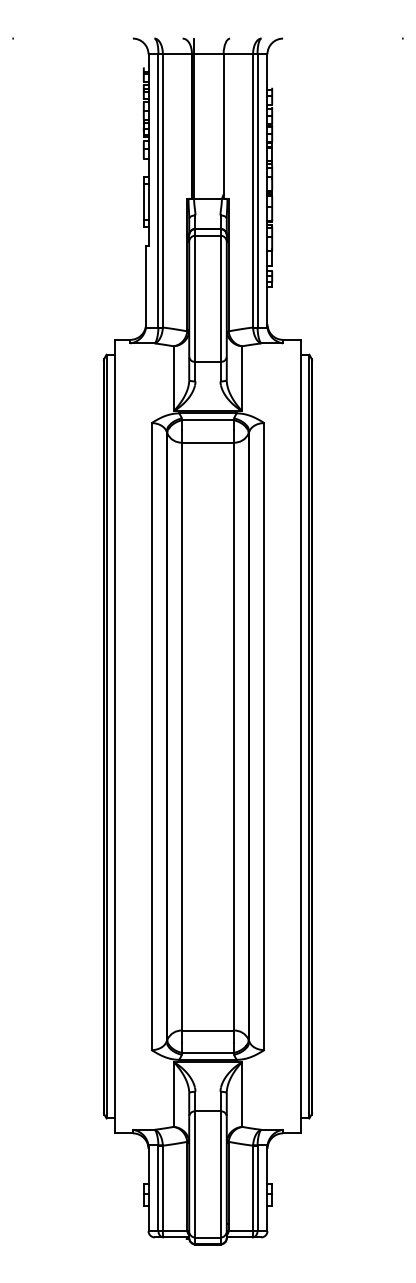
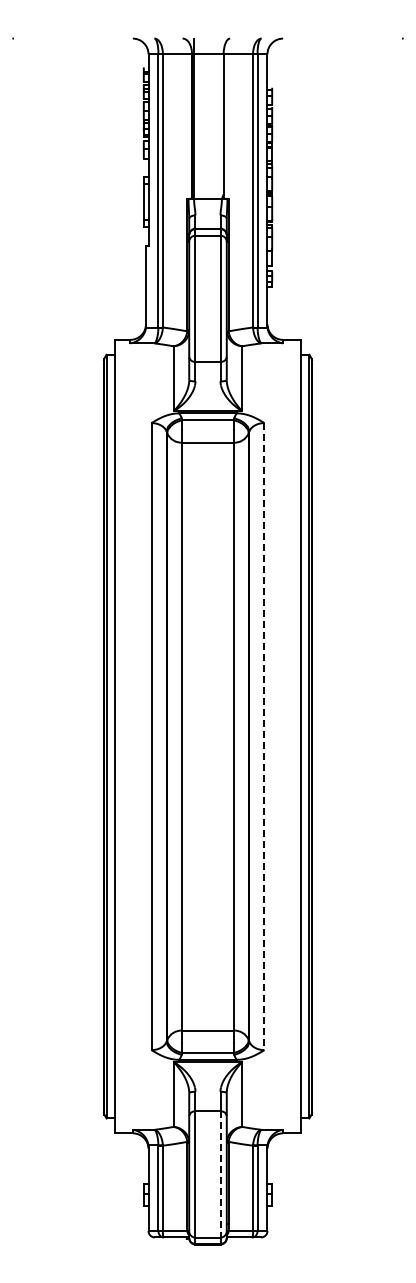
line at (264, 736): solid -> dashed
line at (220, 1174): solid -> dashed
